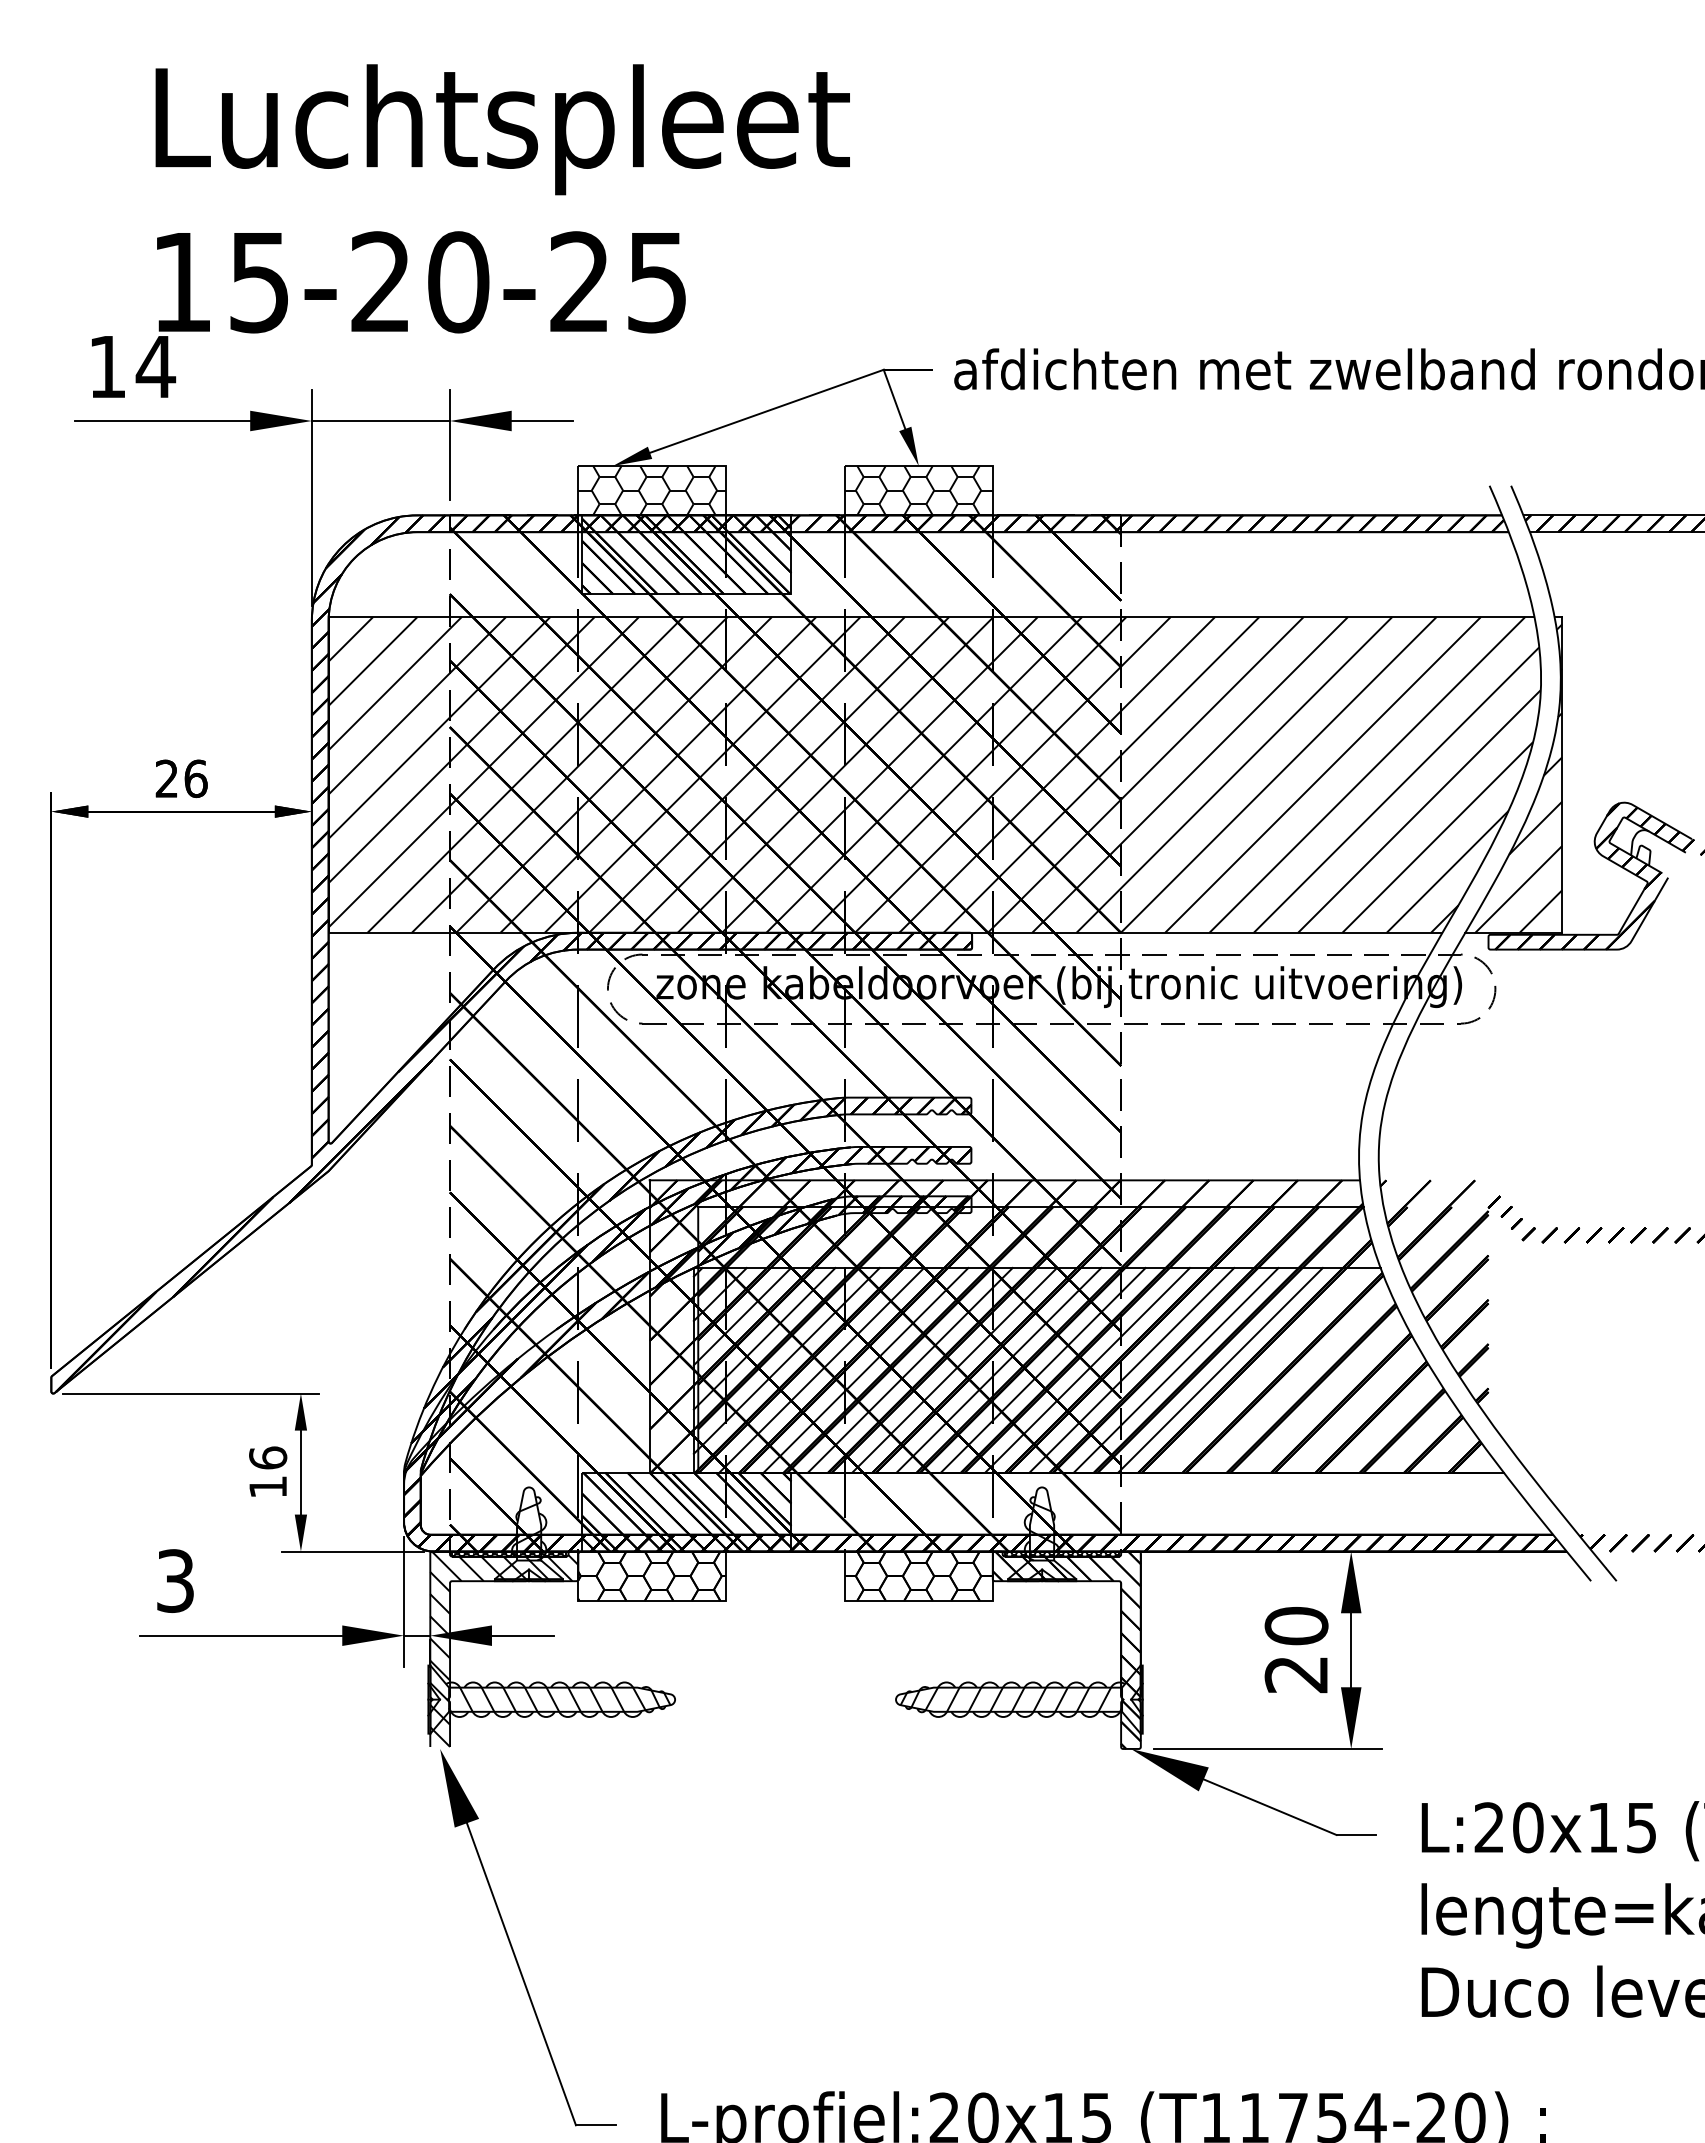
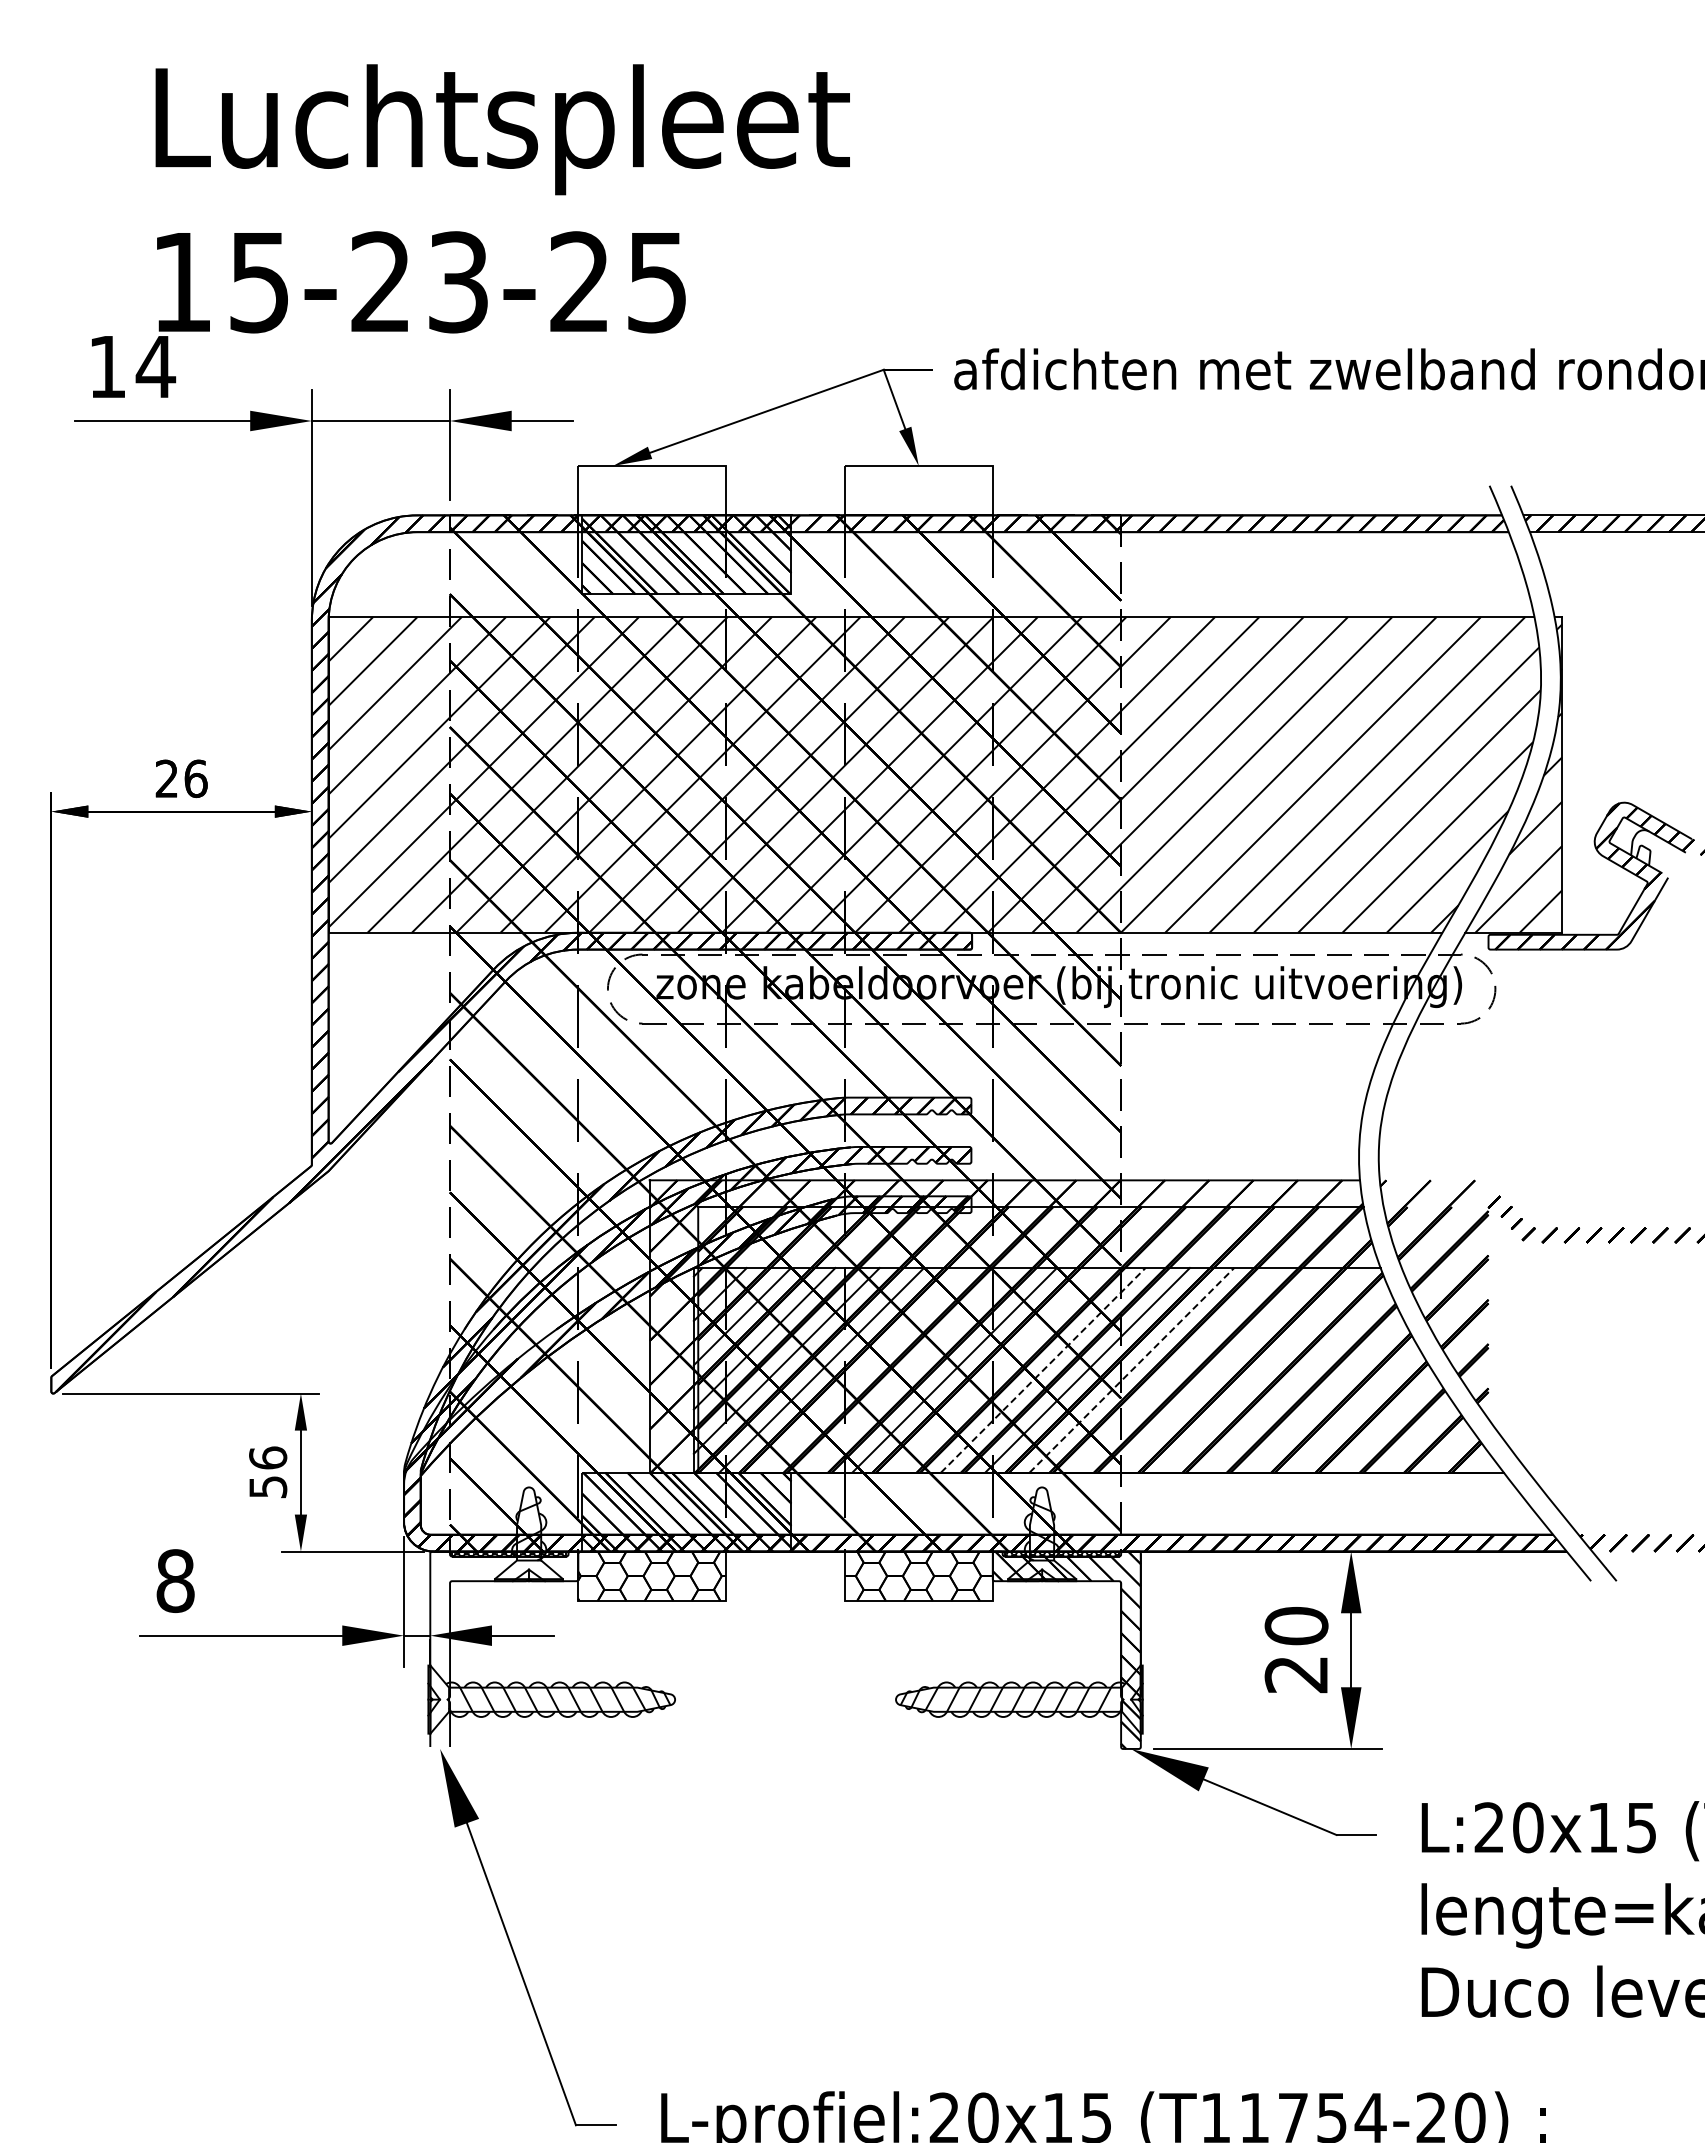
text at (458, 282): 15-20-25 -> 15-23-25
hatch at (652, 490): present -> none
hatch at (918, 490): present -> none
line at (865, 1370): present -> none
line at (910, 1370): present -> none
line at (998, 1370): present -> none
line at (1043, 1370): solid -> dashed
line at (1131, 1370): solid -> dashed
line at (1175, 1370): present -> none
line at (1220, 1370): present -> none
text at (268, 1487): 16 -> 56
text at (175, 1581): 3 -> 8
hatch at (504, 1648): present -> none
